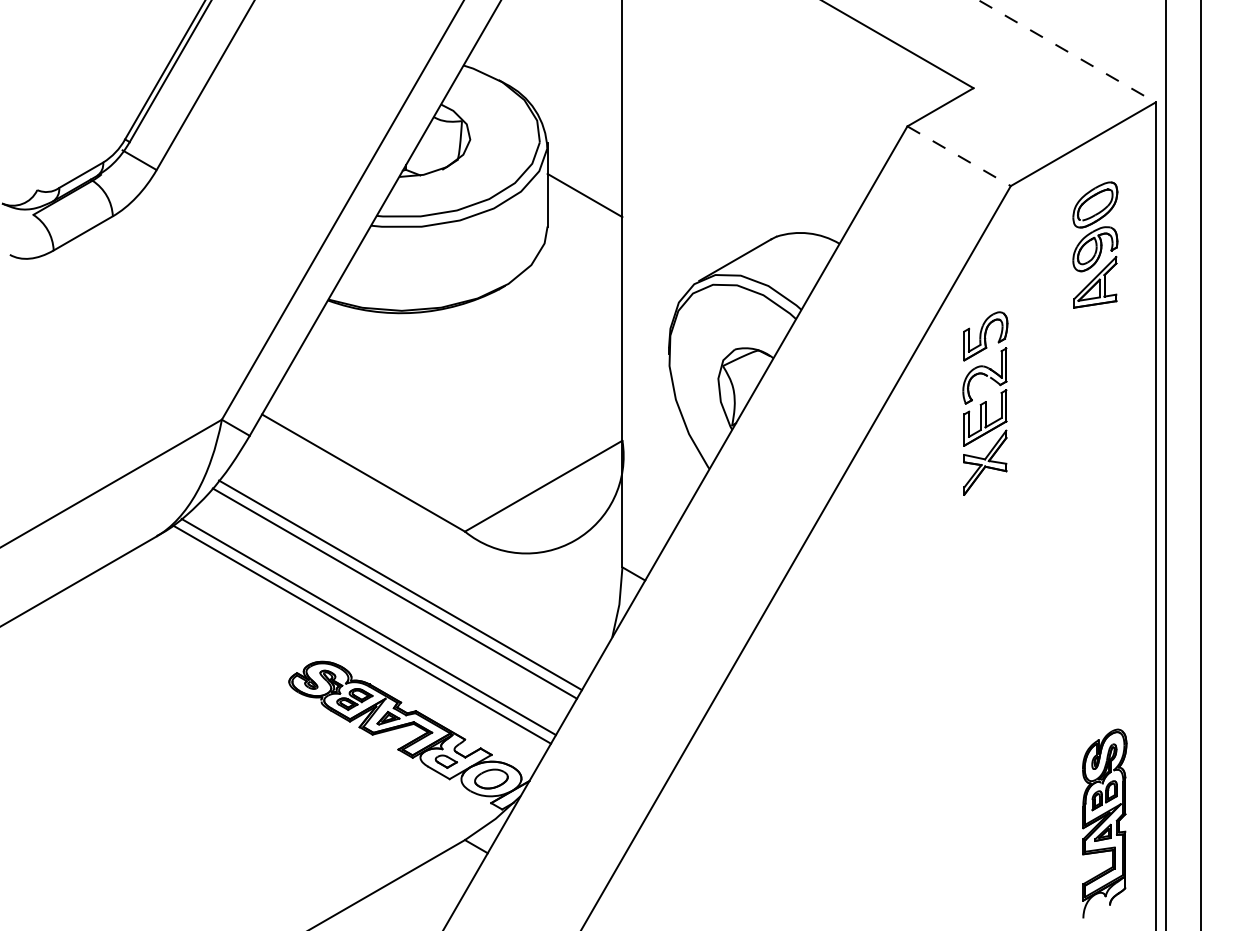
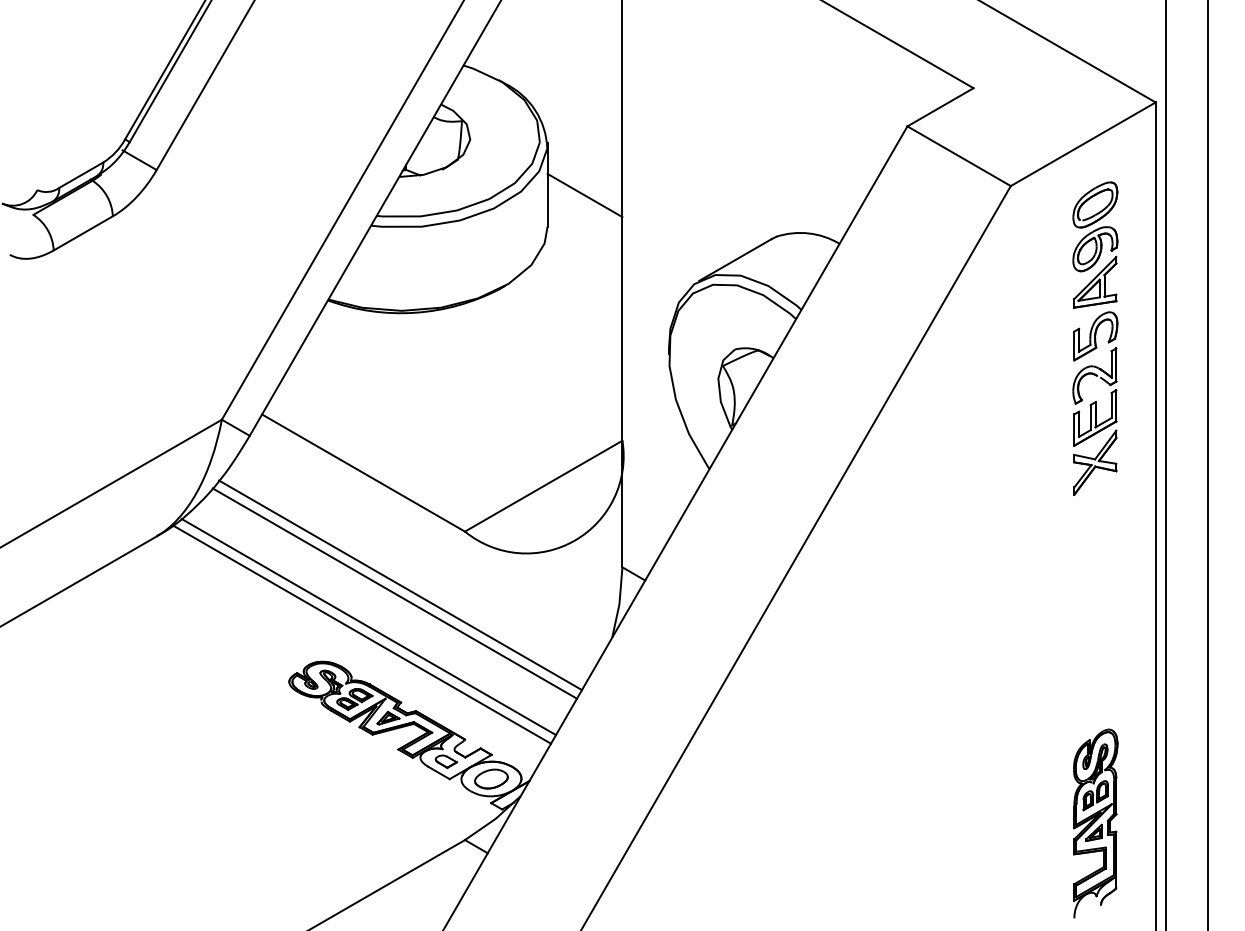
line at (1067, 51): dashed -> solid
line at (959, 156): dashed -> solid
part at (985, 403) position: (985, 403) -> (1095, 403)
line at (1200, 464) position: (1200, 464) -> (1207, 464)
part at (1104, 823) position: (1104, 823) -> (1095, 823)
